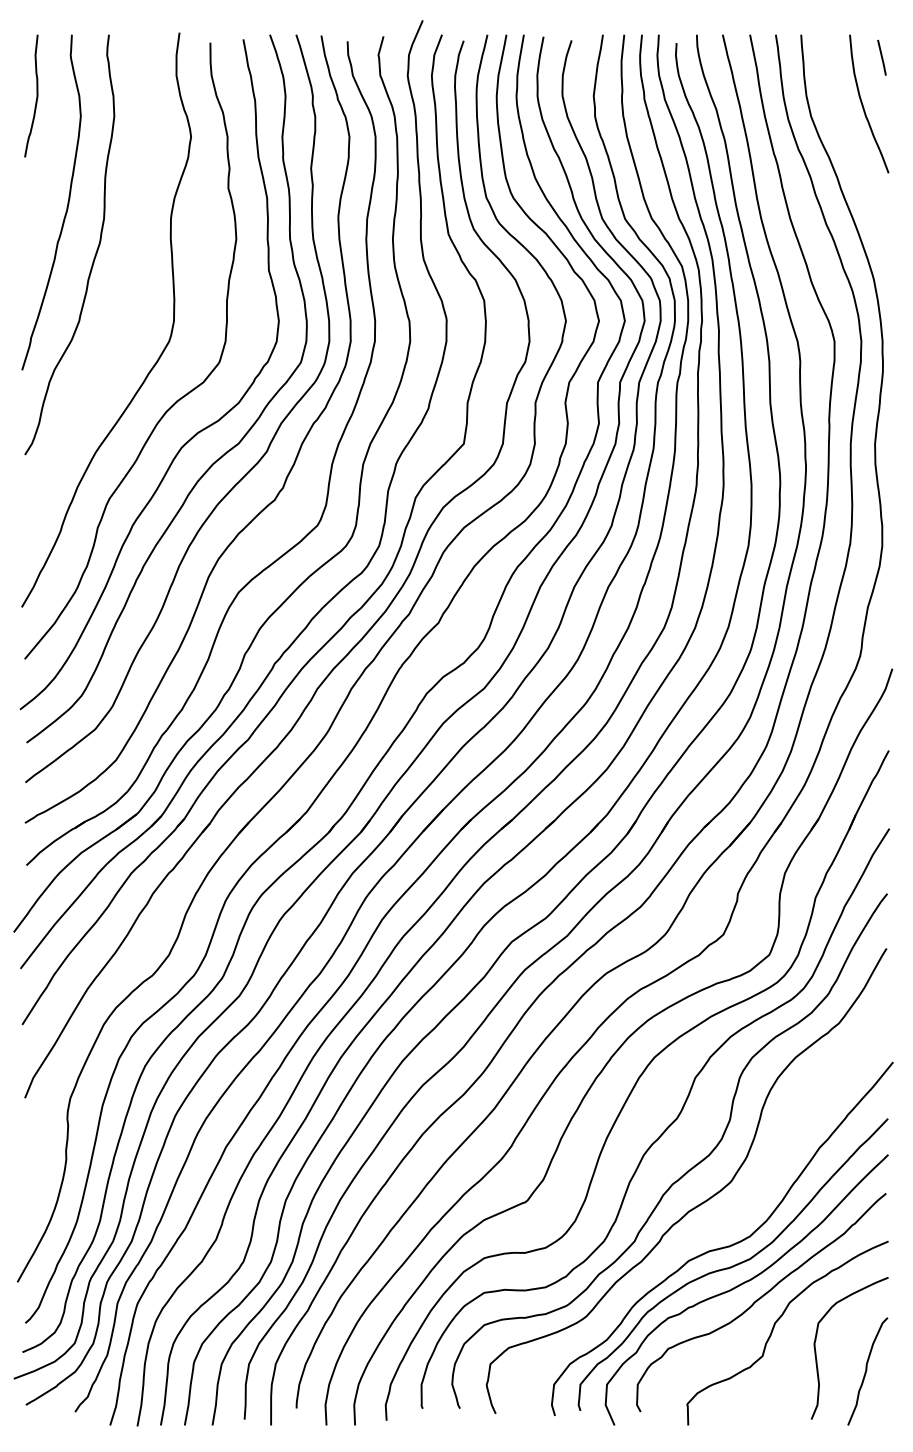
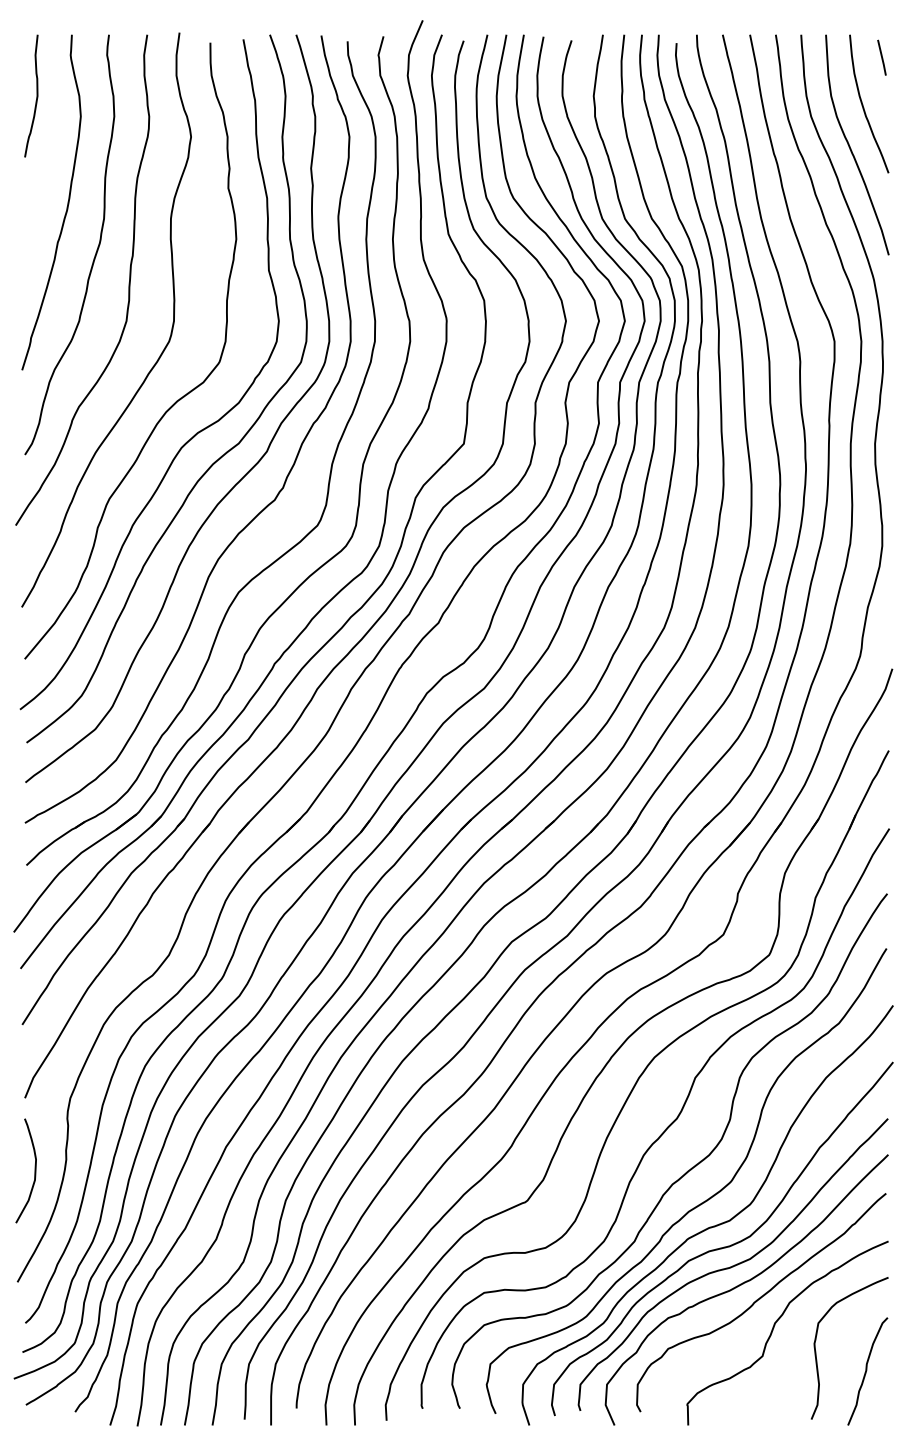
curve at (851, 148): none -> present
curve at (128, 282): none -> present
curve at (34, 1170): none -> present
curve at (709, 1226): none -> present
